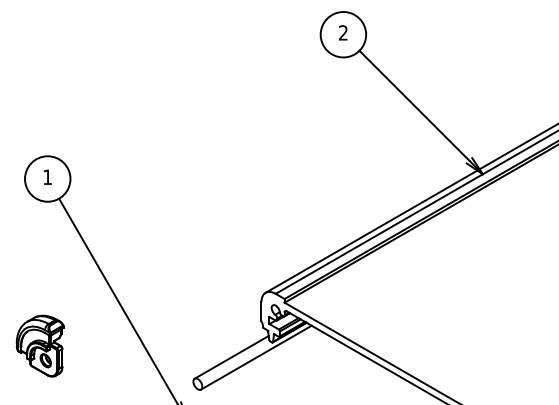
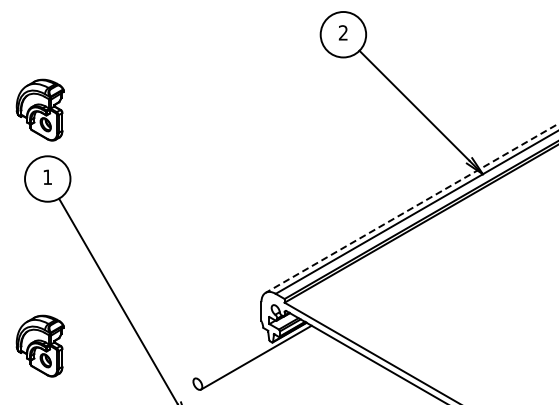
part at (39, 109): none -> present
line at (411, 208): solid -> dashed
line at (231, 356): present -> none
